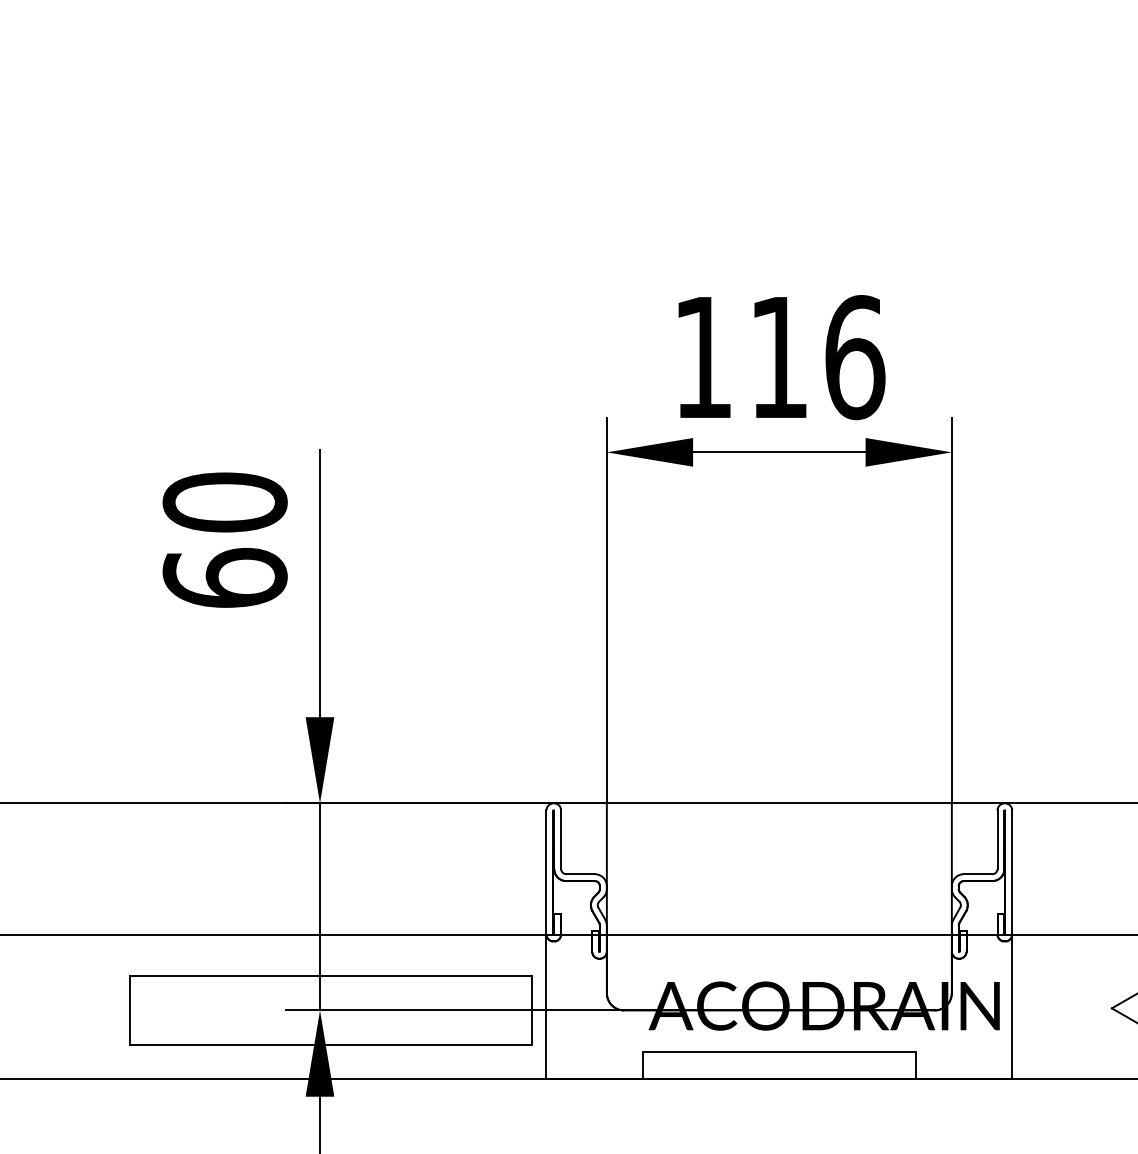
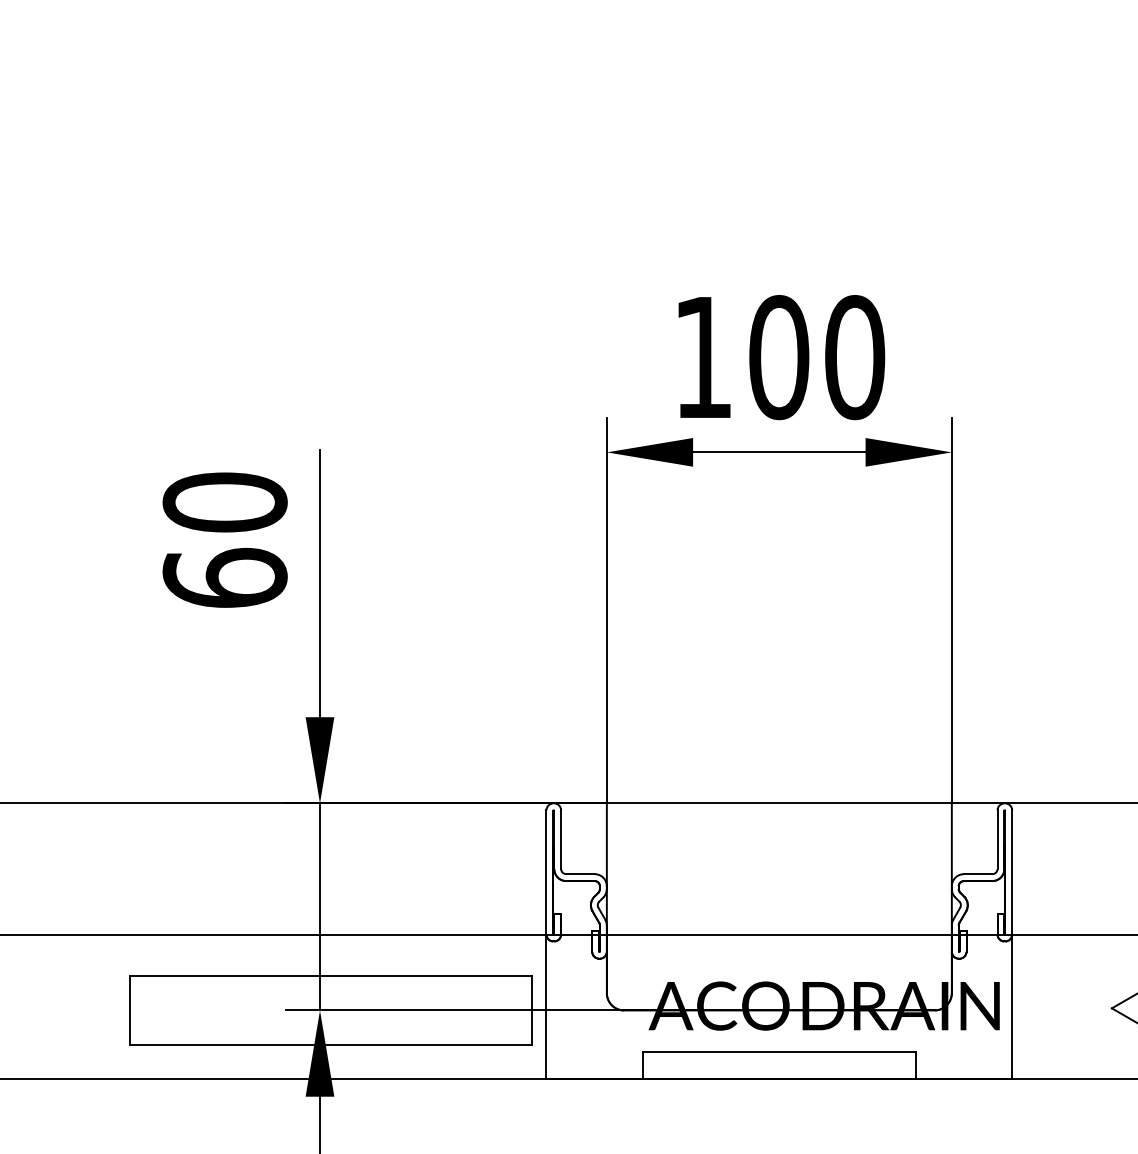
text at (817, 357): 116 -> 100
